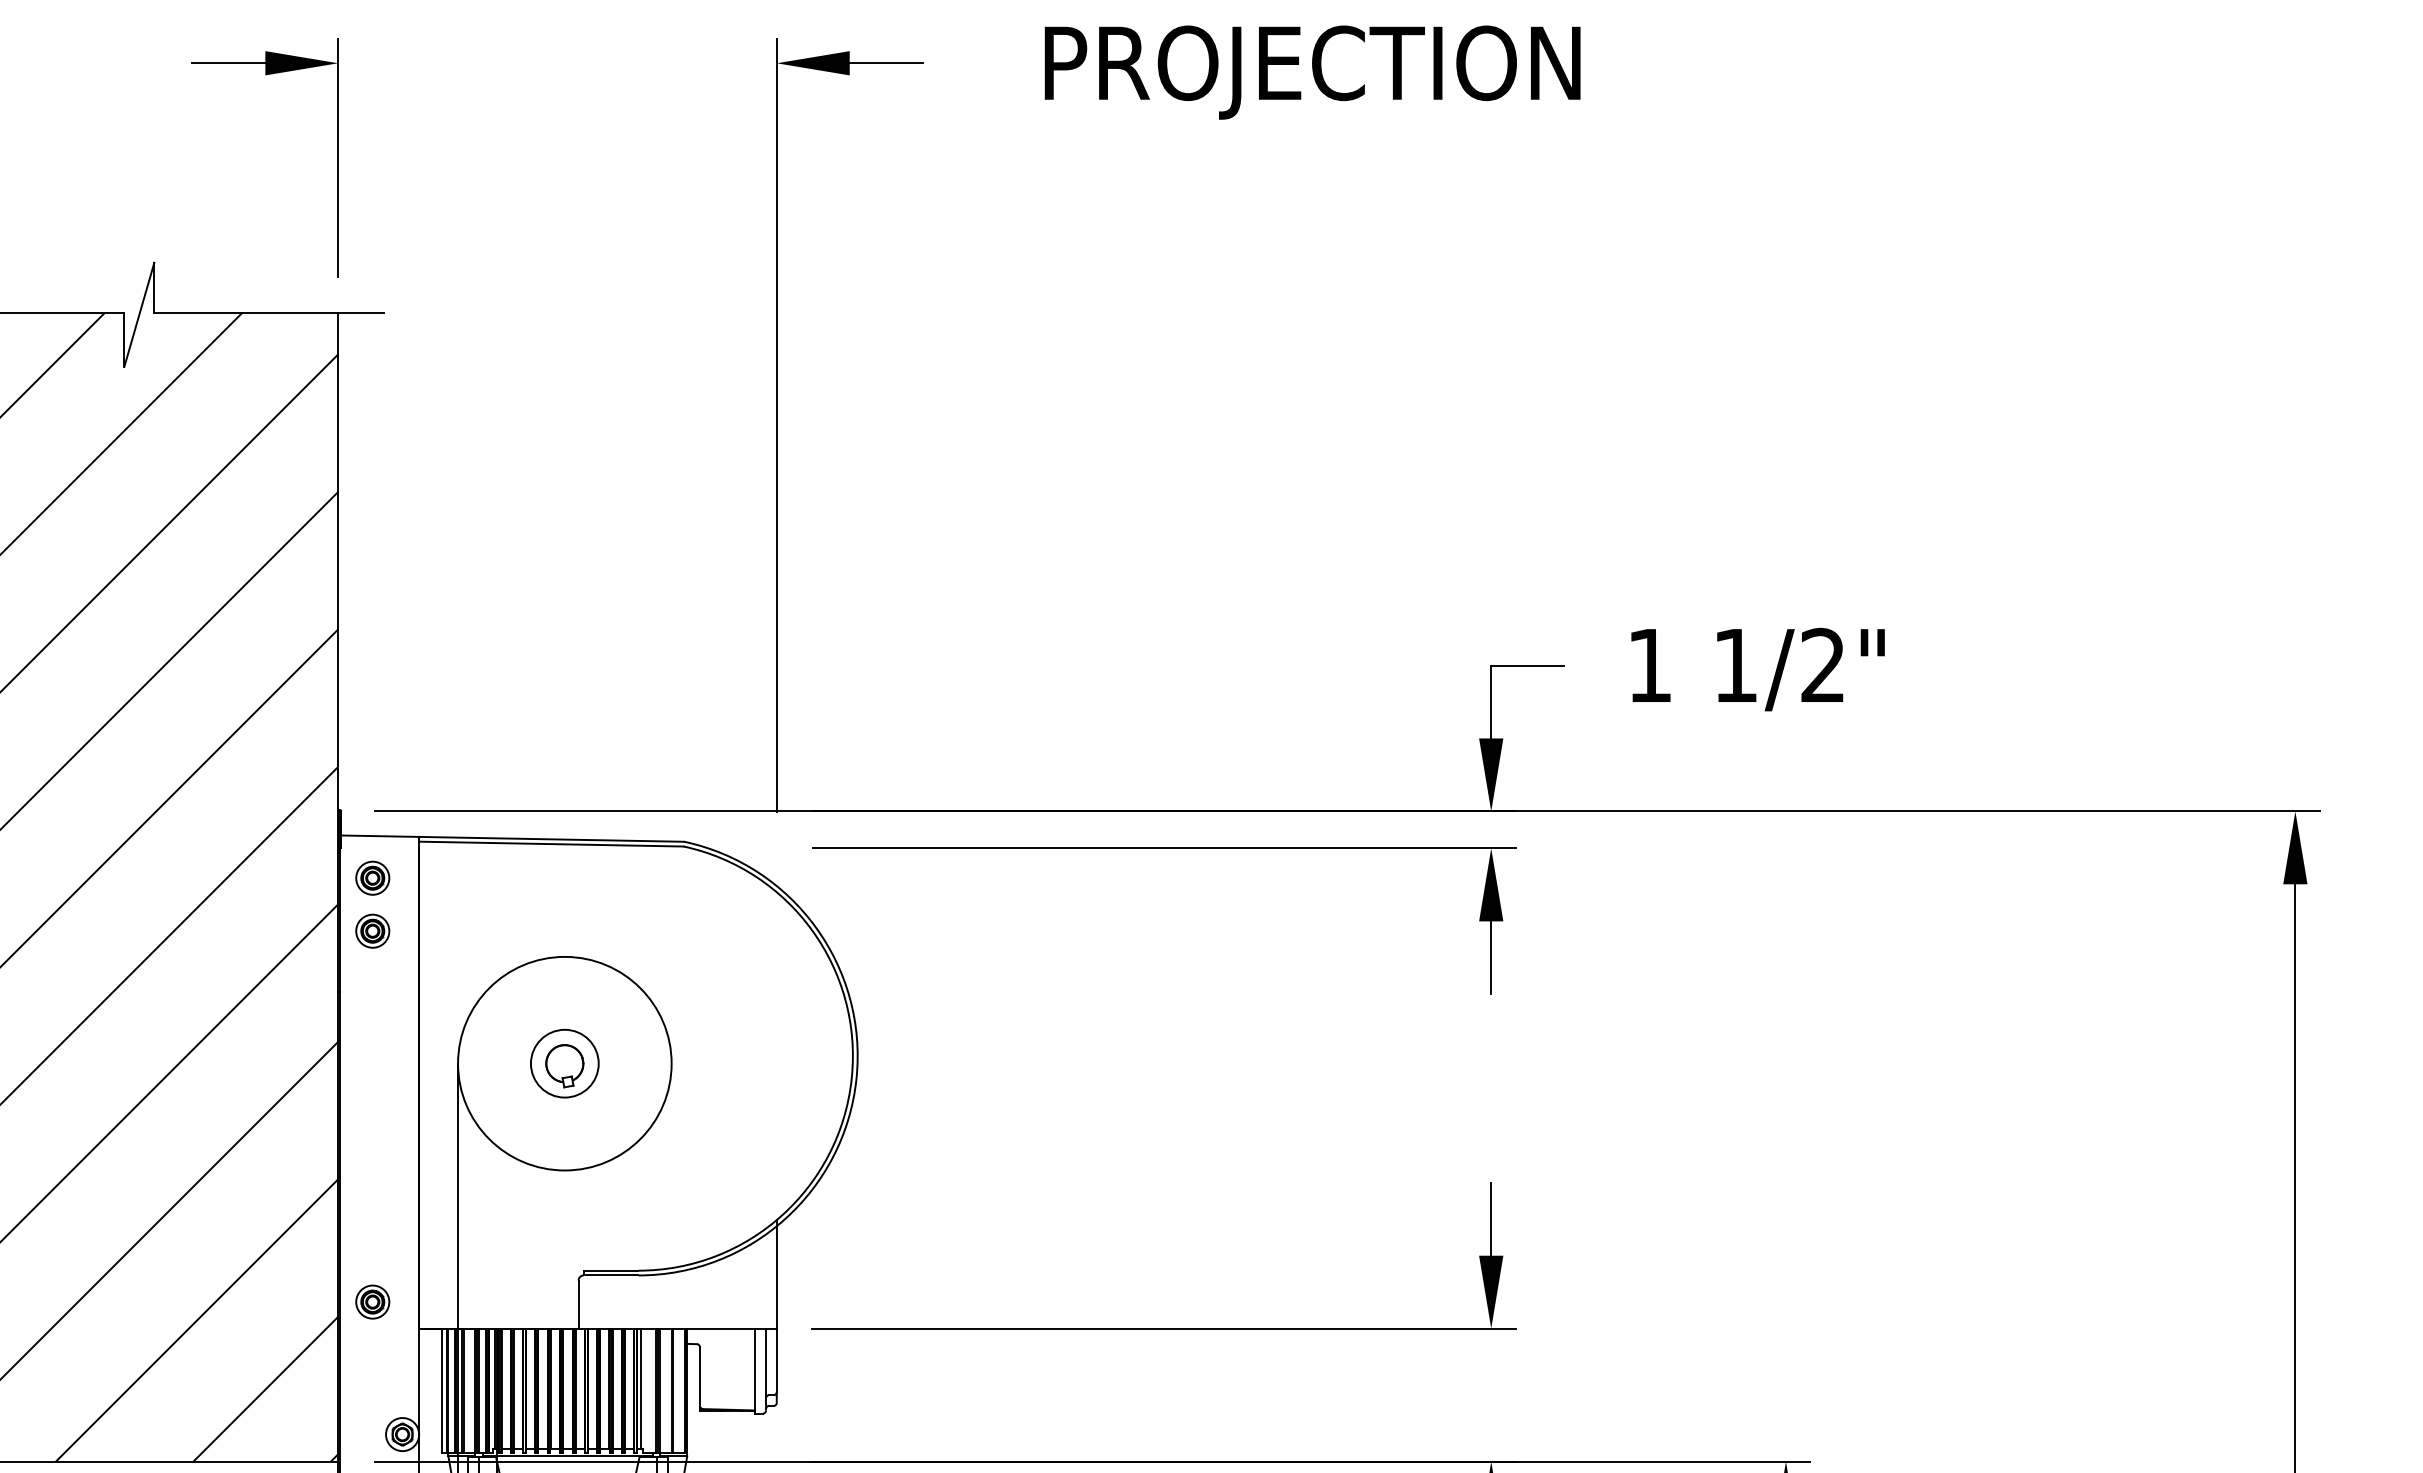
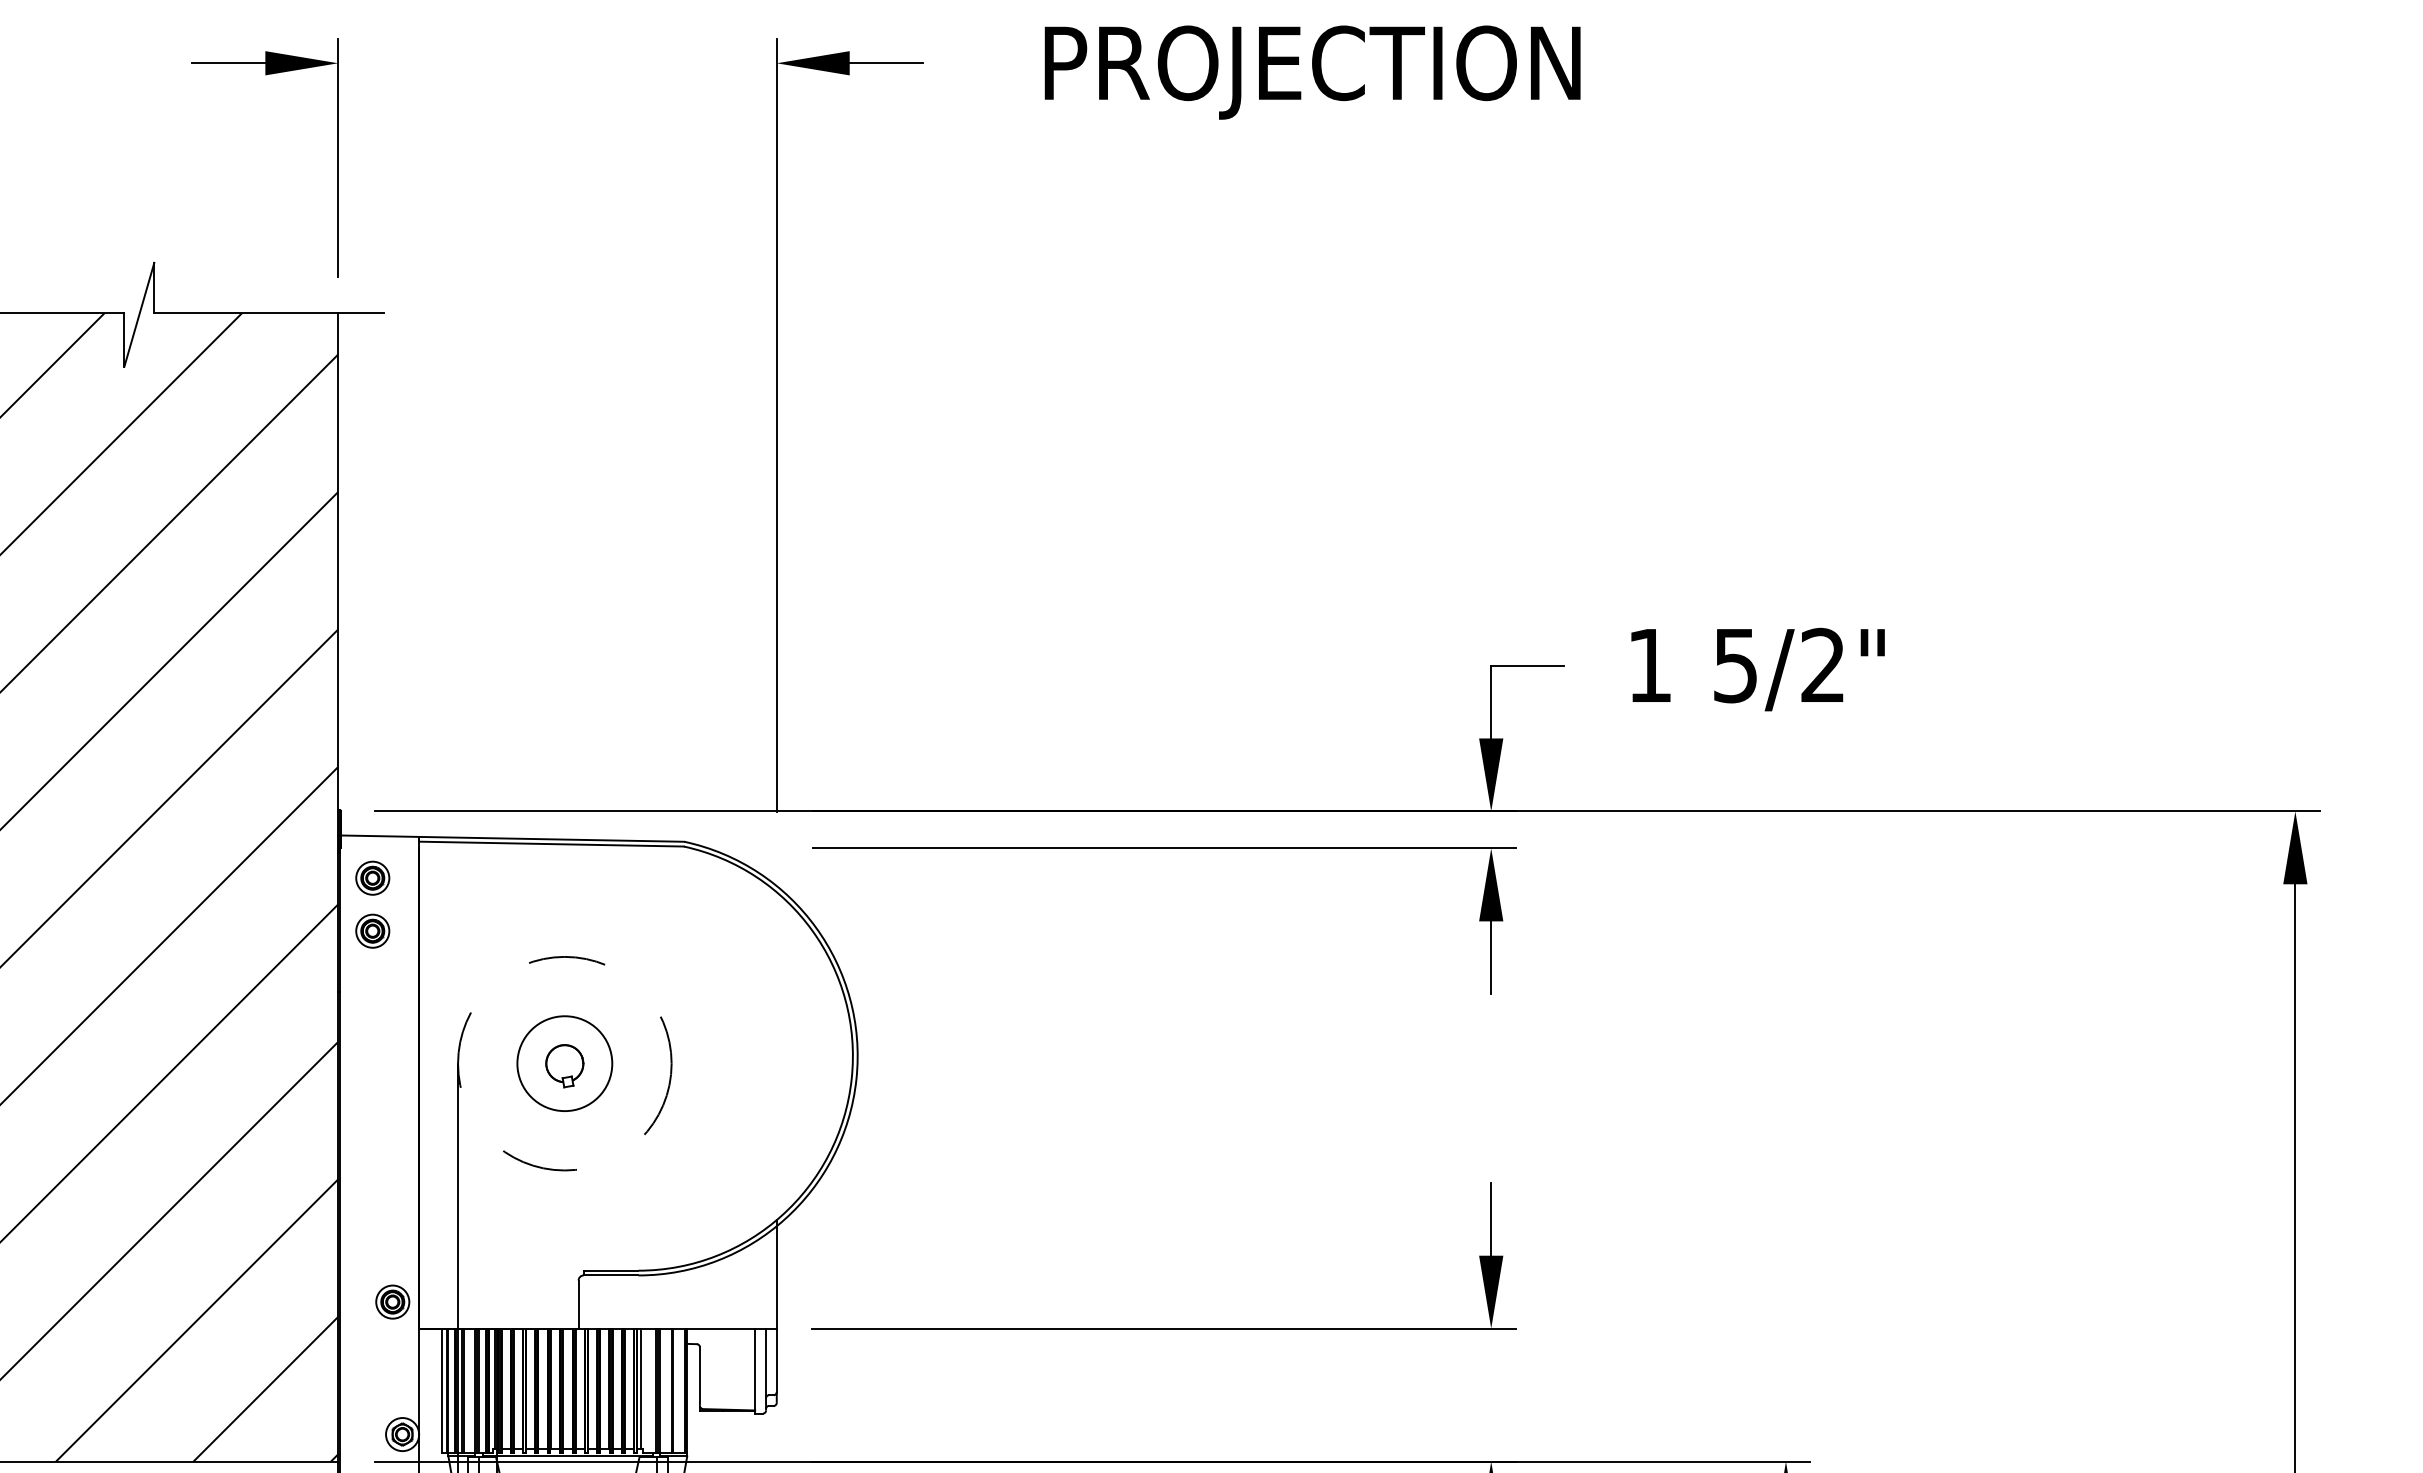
text at (1735, 666): 1/2" -> 5/2"
circle at (564, 1063) diameter: 68 px -> 95 px
circle at (564, 1063): solid -> dashed
part at (372, 1301) position: (372, 1301) -> (392, 1301)
